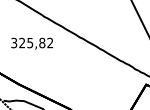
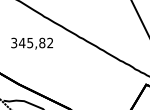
text at (22, 42): 325,82 -> 345,82
